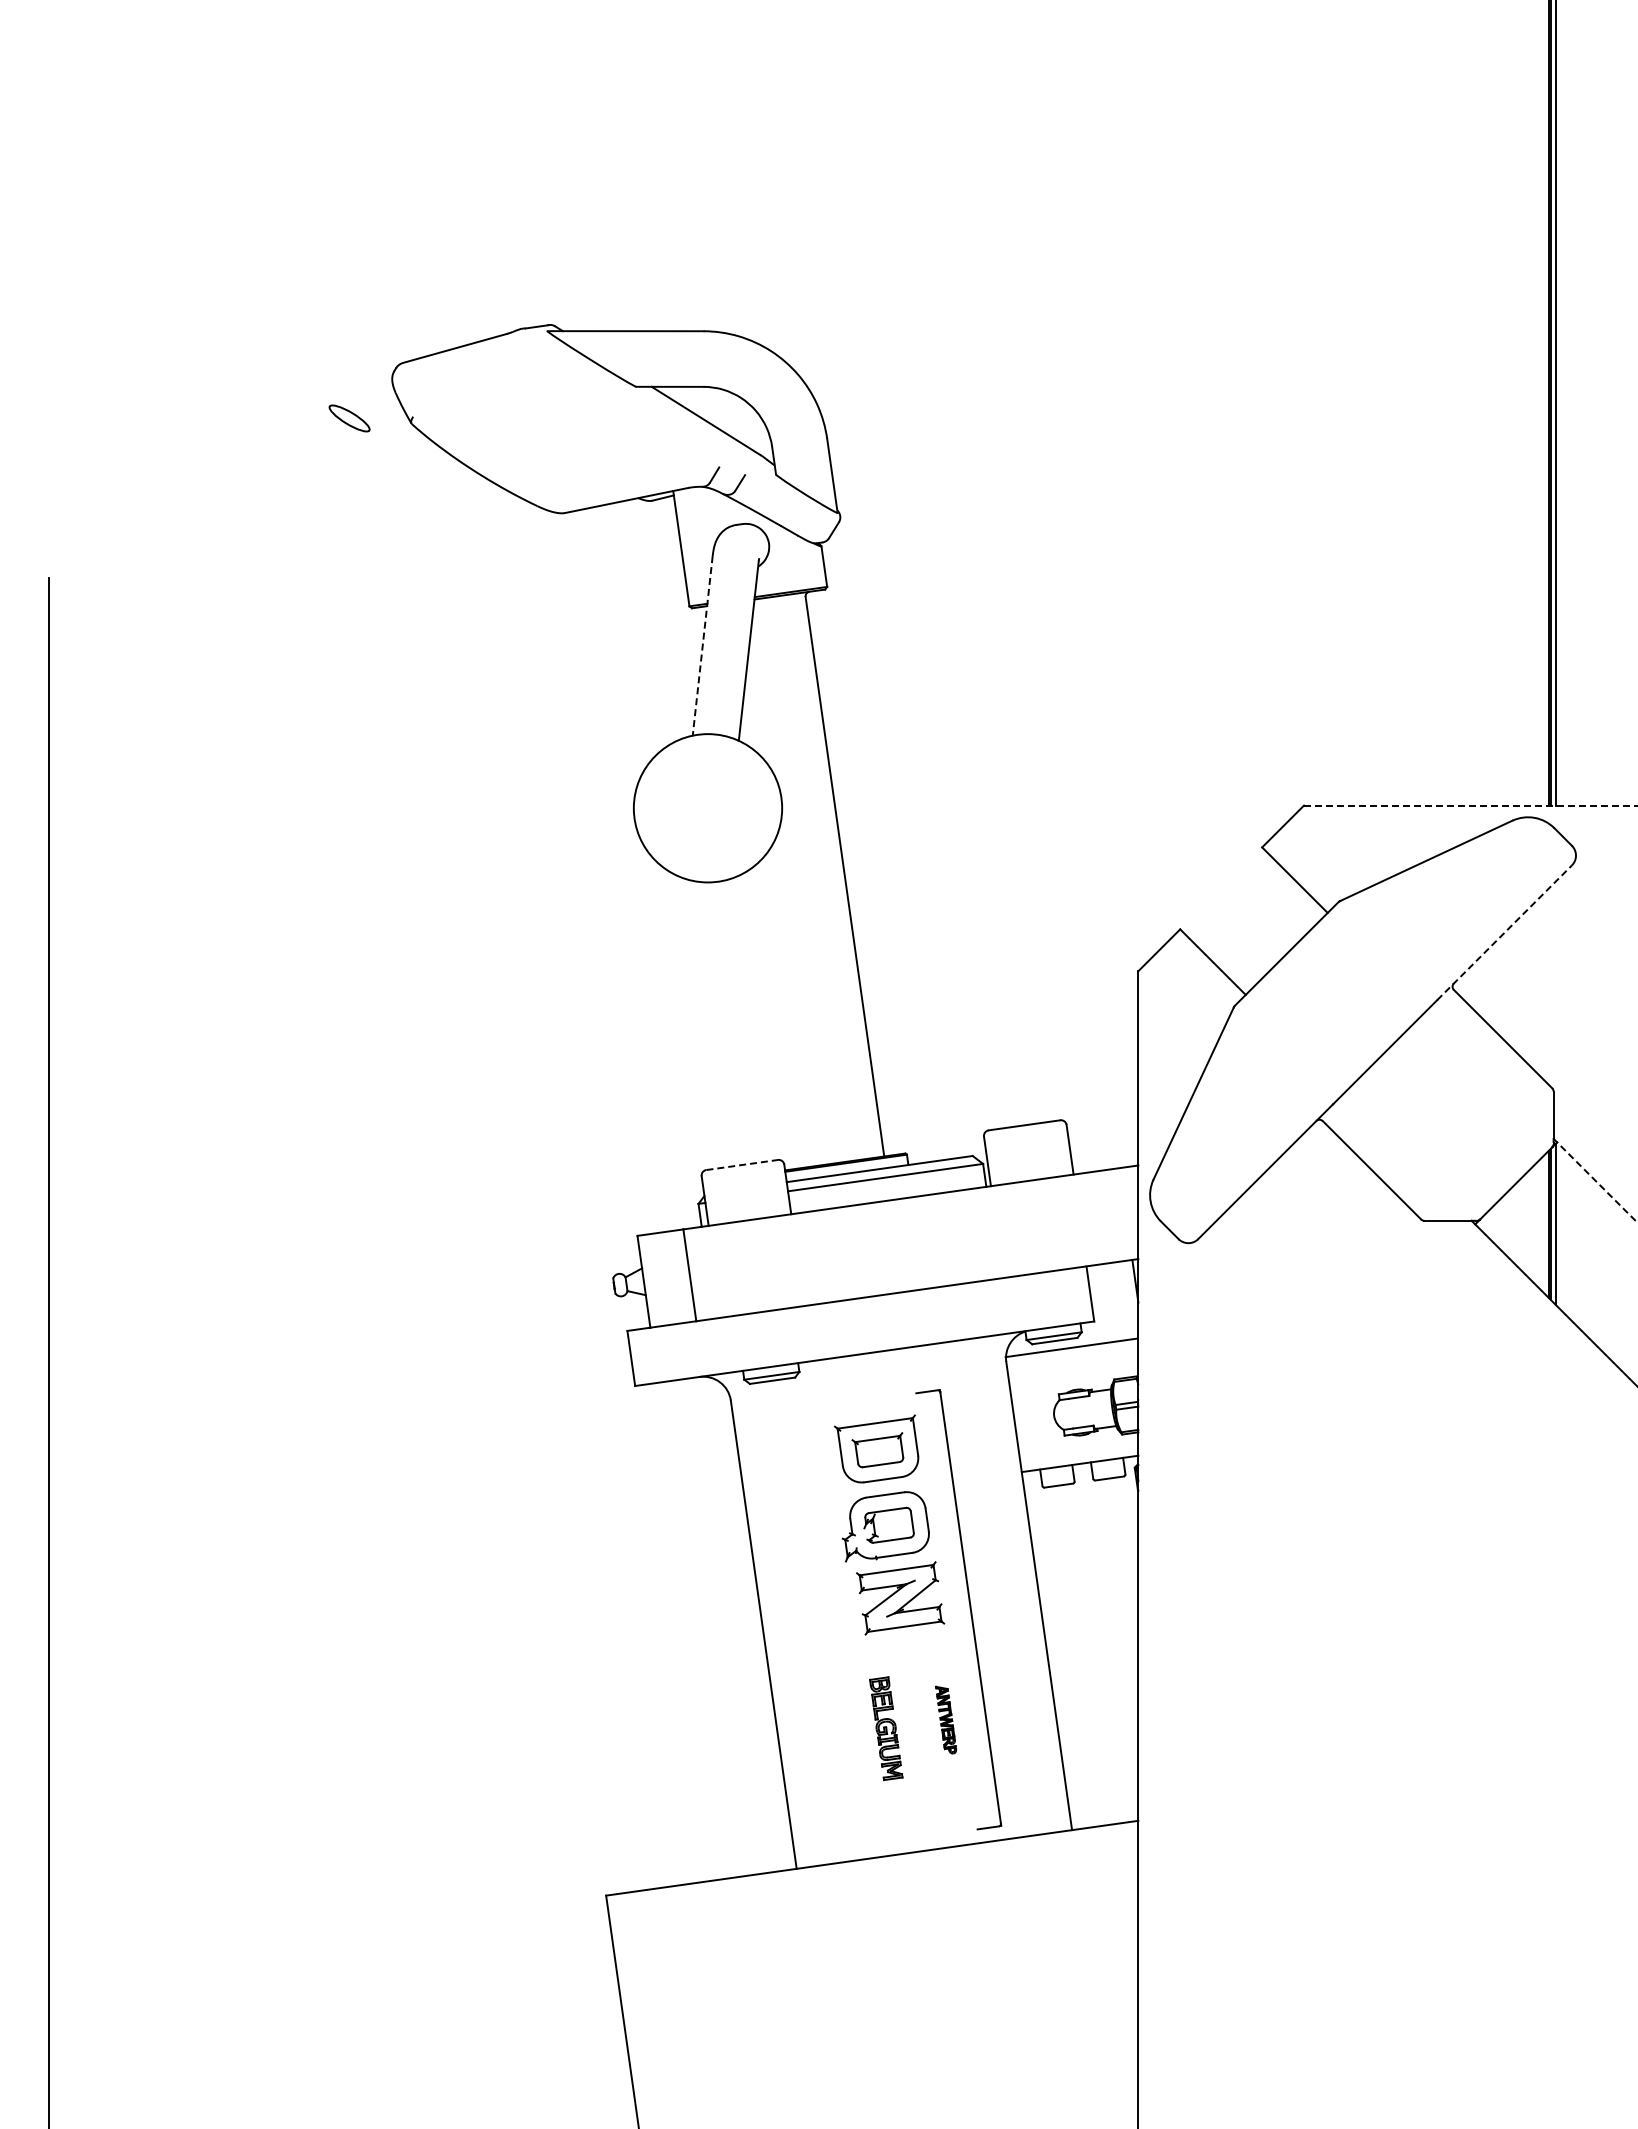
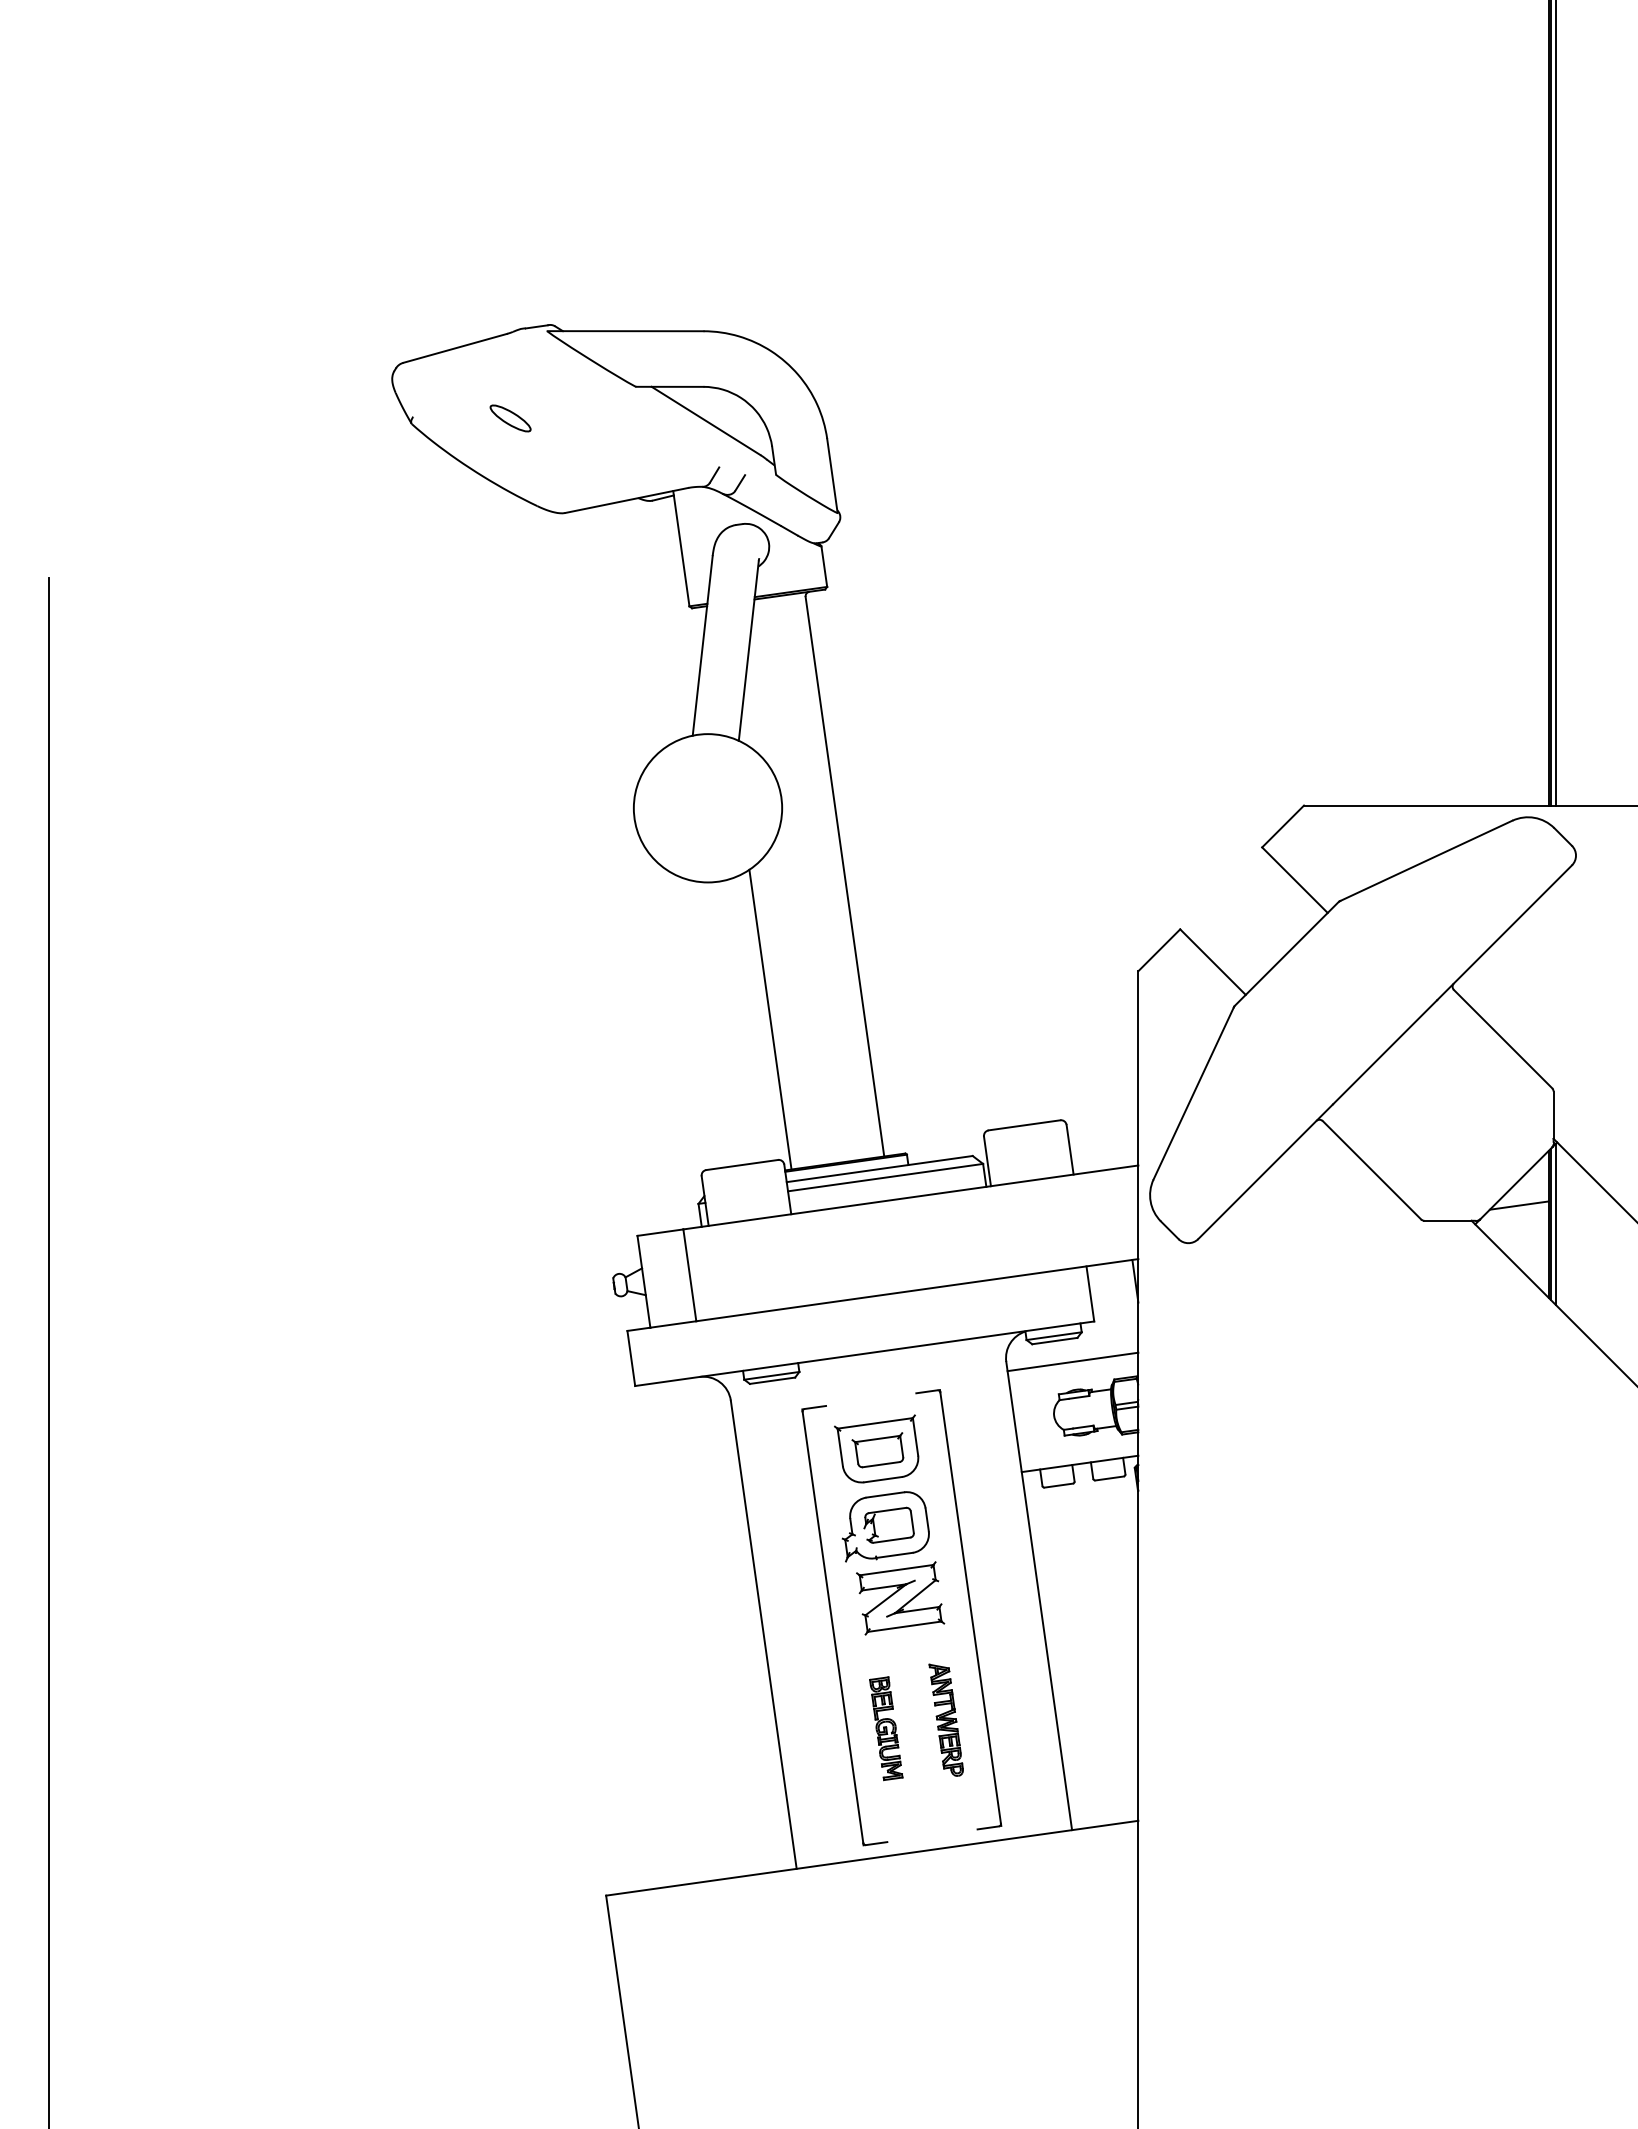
part at (349, 418) position: (349, 418) -> (510, 418)
line at (702, 646): dashed -> solid
line at (1471, 805): dashed -> solid
line at (1504, 932): dashed -> solid
line at (770, 1019): none -> present
line at (742, 1164): dashed -> solid
line at (1595, 1180): dashed -> solid
line at (1518, 1205): none -> present
line at (1070, 1347) position: (1070, 1347) -> (1072, 1361)
part at (834, 1629): none -> present
part at (946, 1719) size: 23x70 px -> 36x114 px
